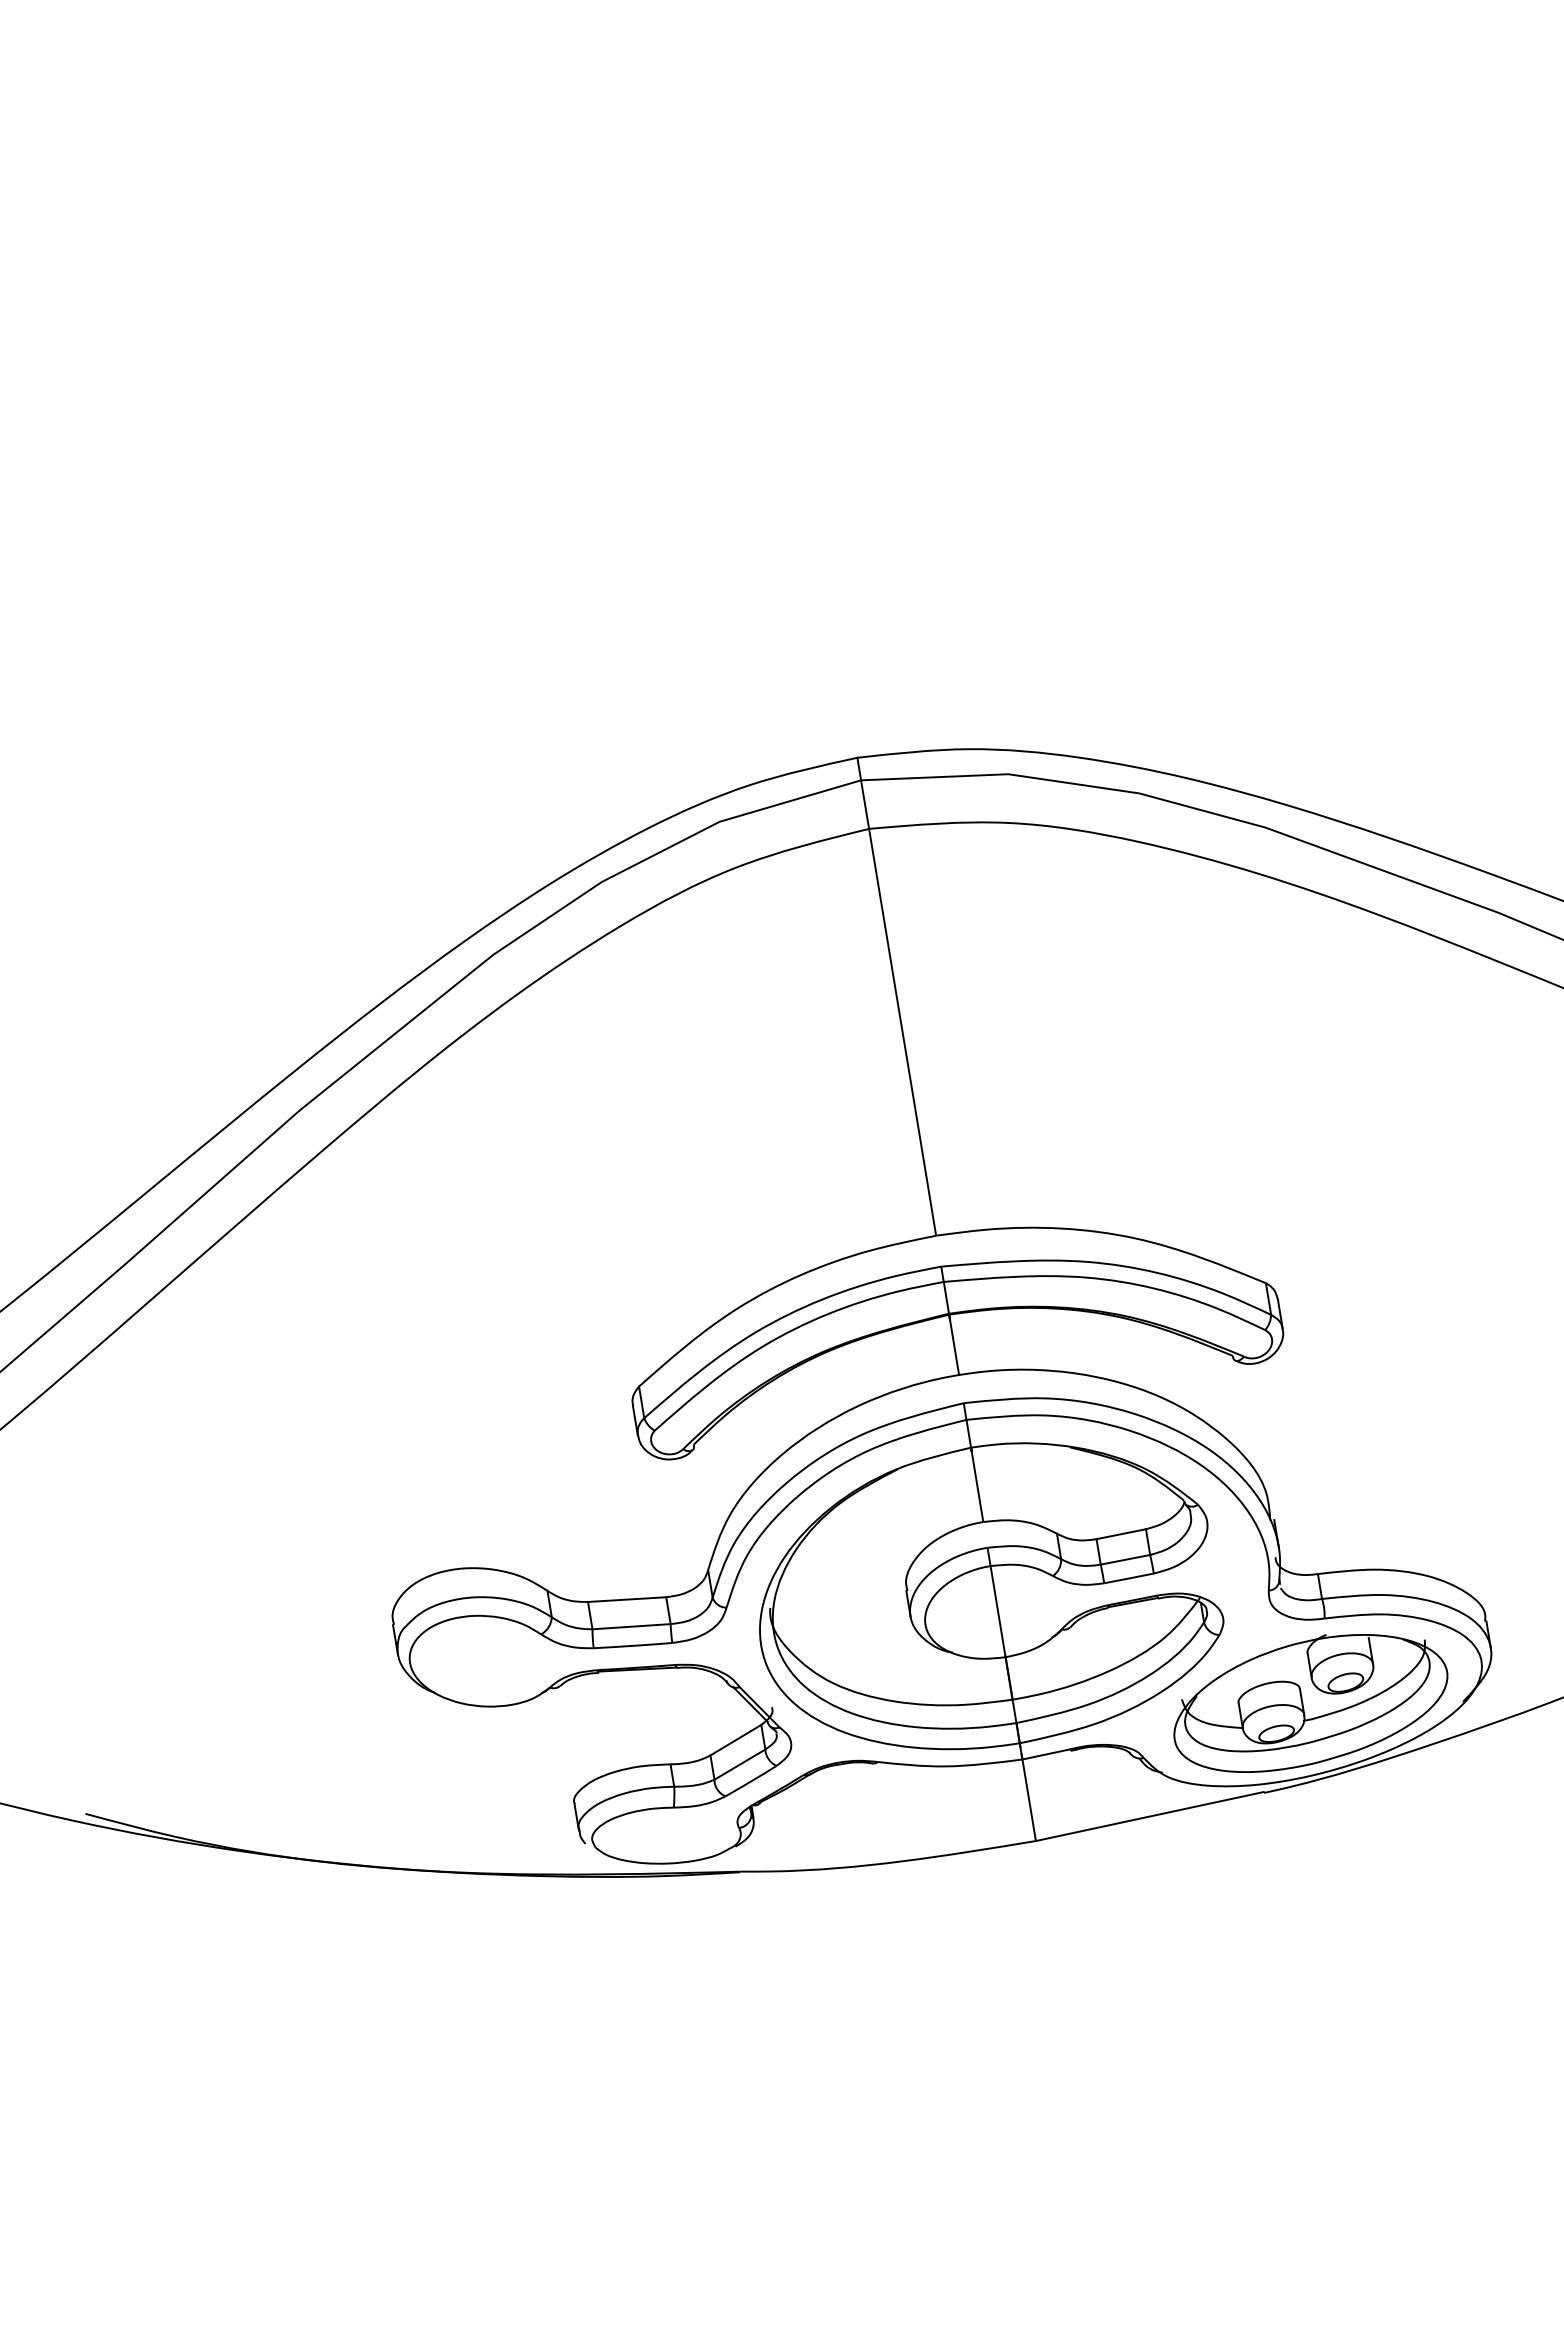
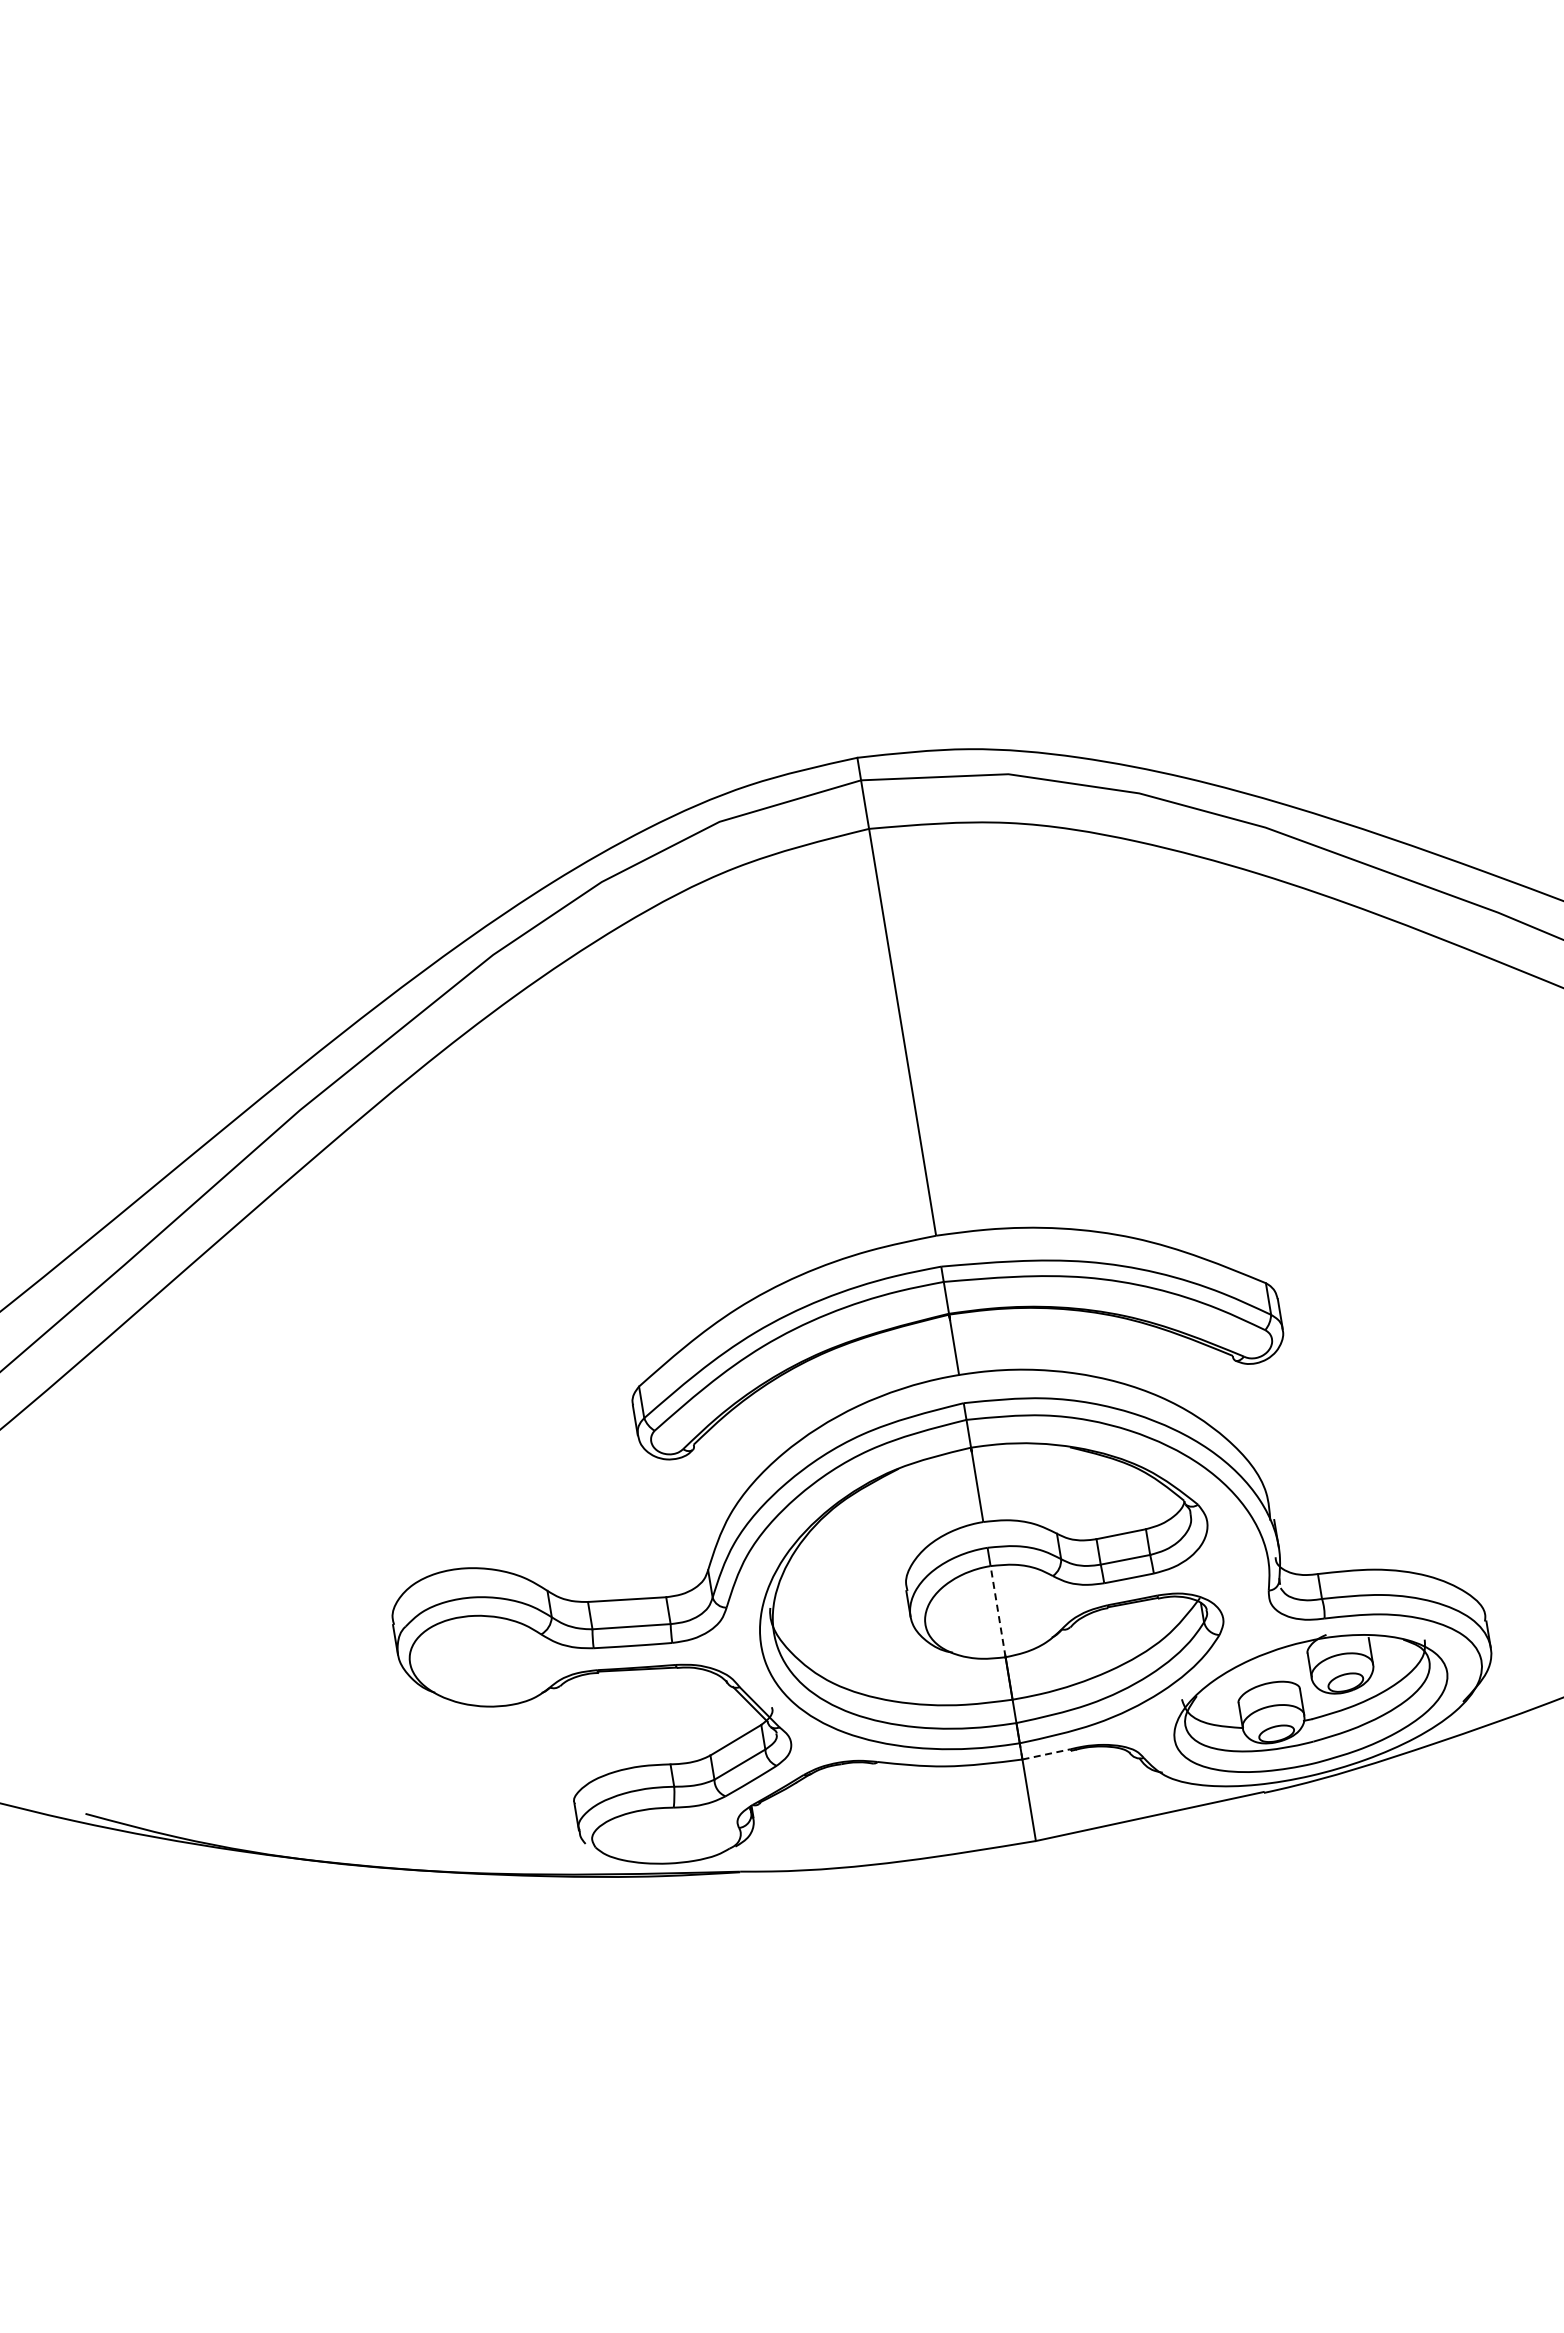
line at (998, 1611): solid -> dashed
line at (1046, 1754): solid -> dashed
